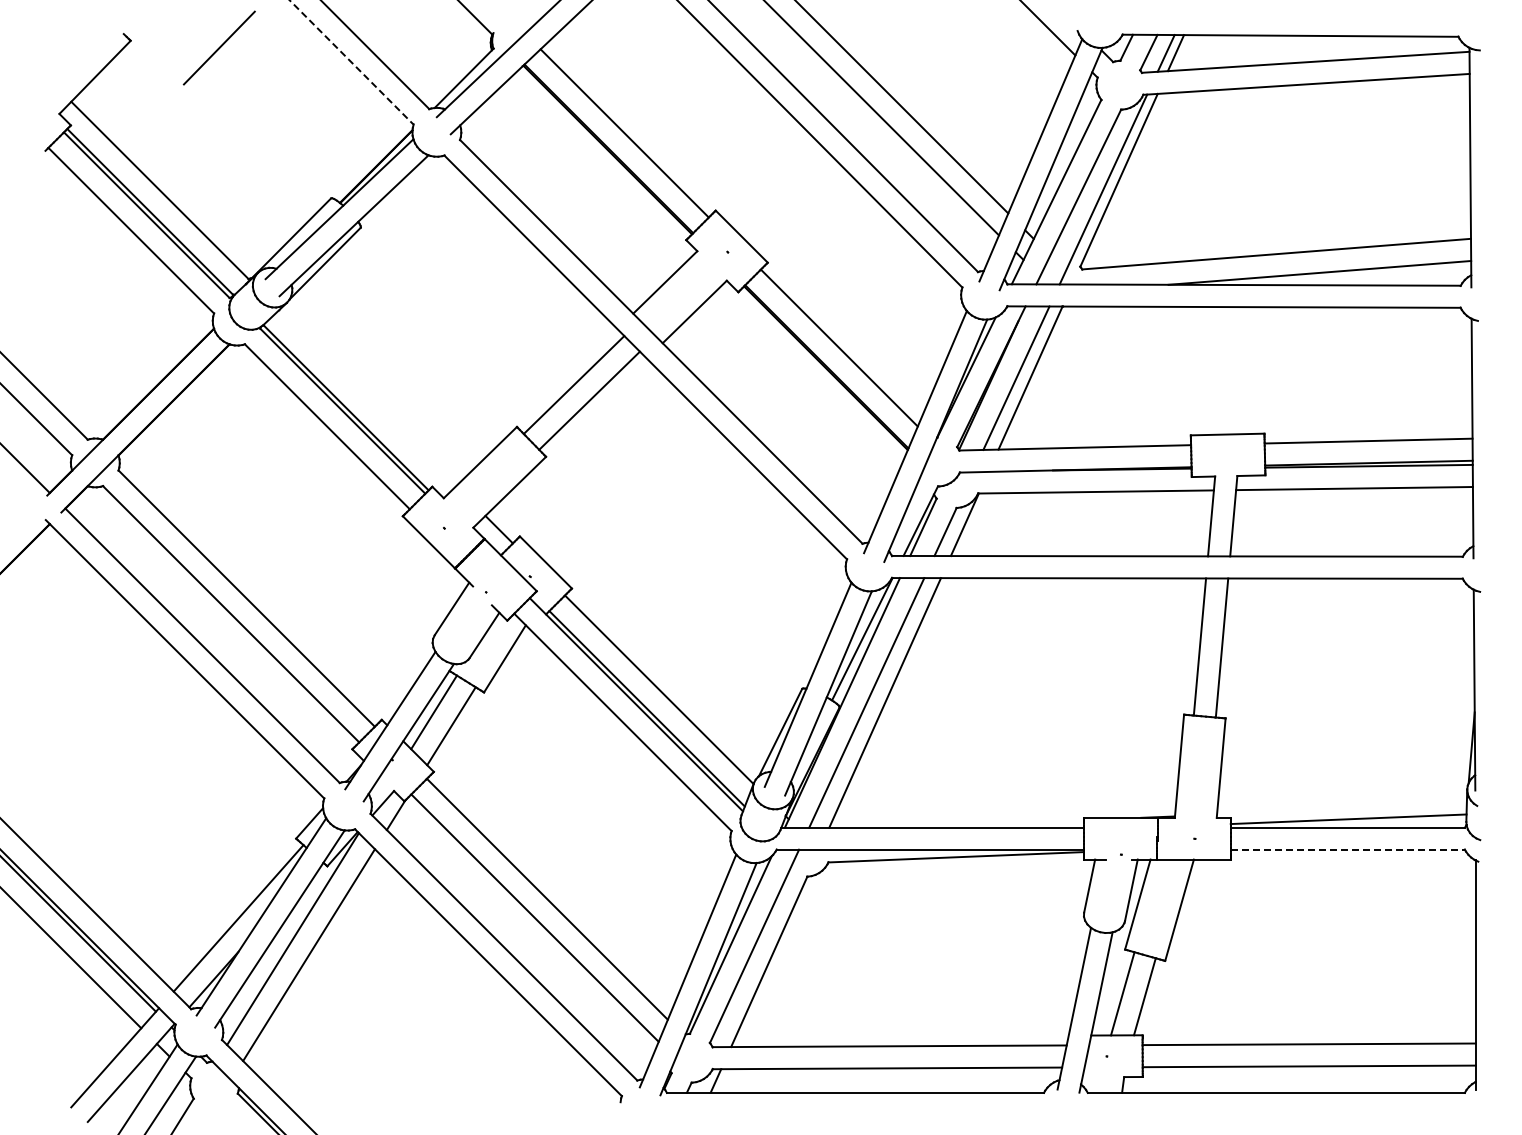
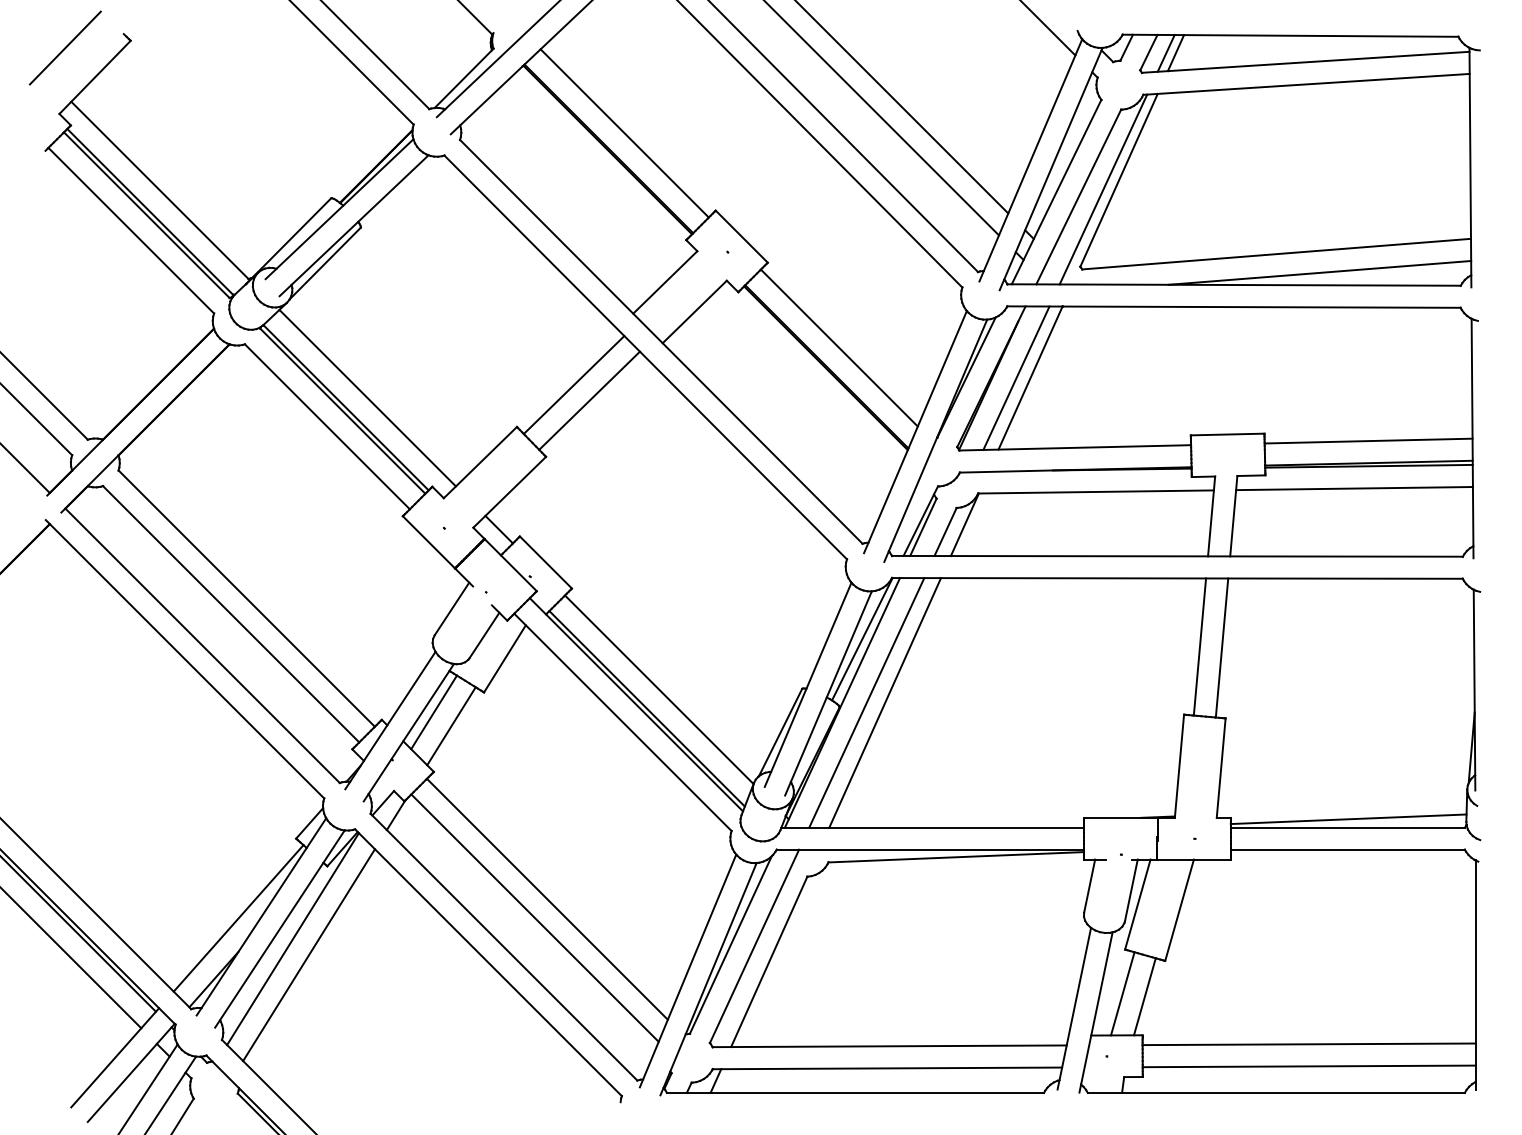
line at (218, 47) position: (218, 47) -> (64, 47)
line at (351, 62): dashed -> solid
line at (367, 397): none -> present
line at (1348, 849): dashed -> solid
